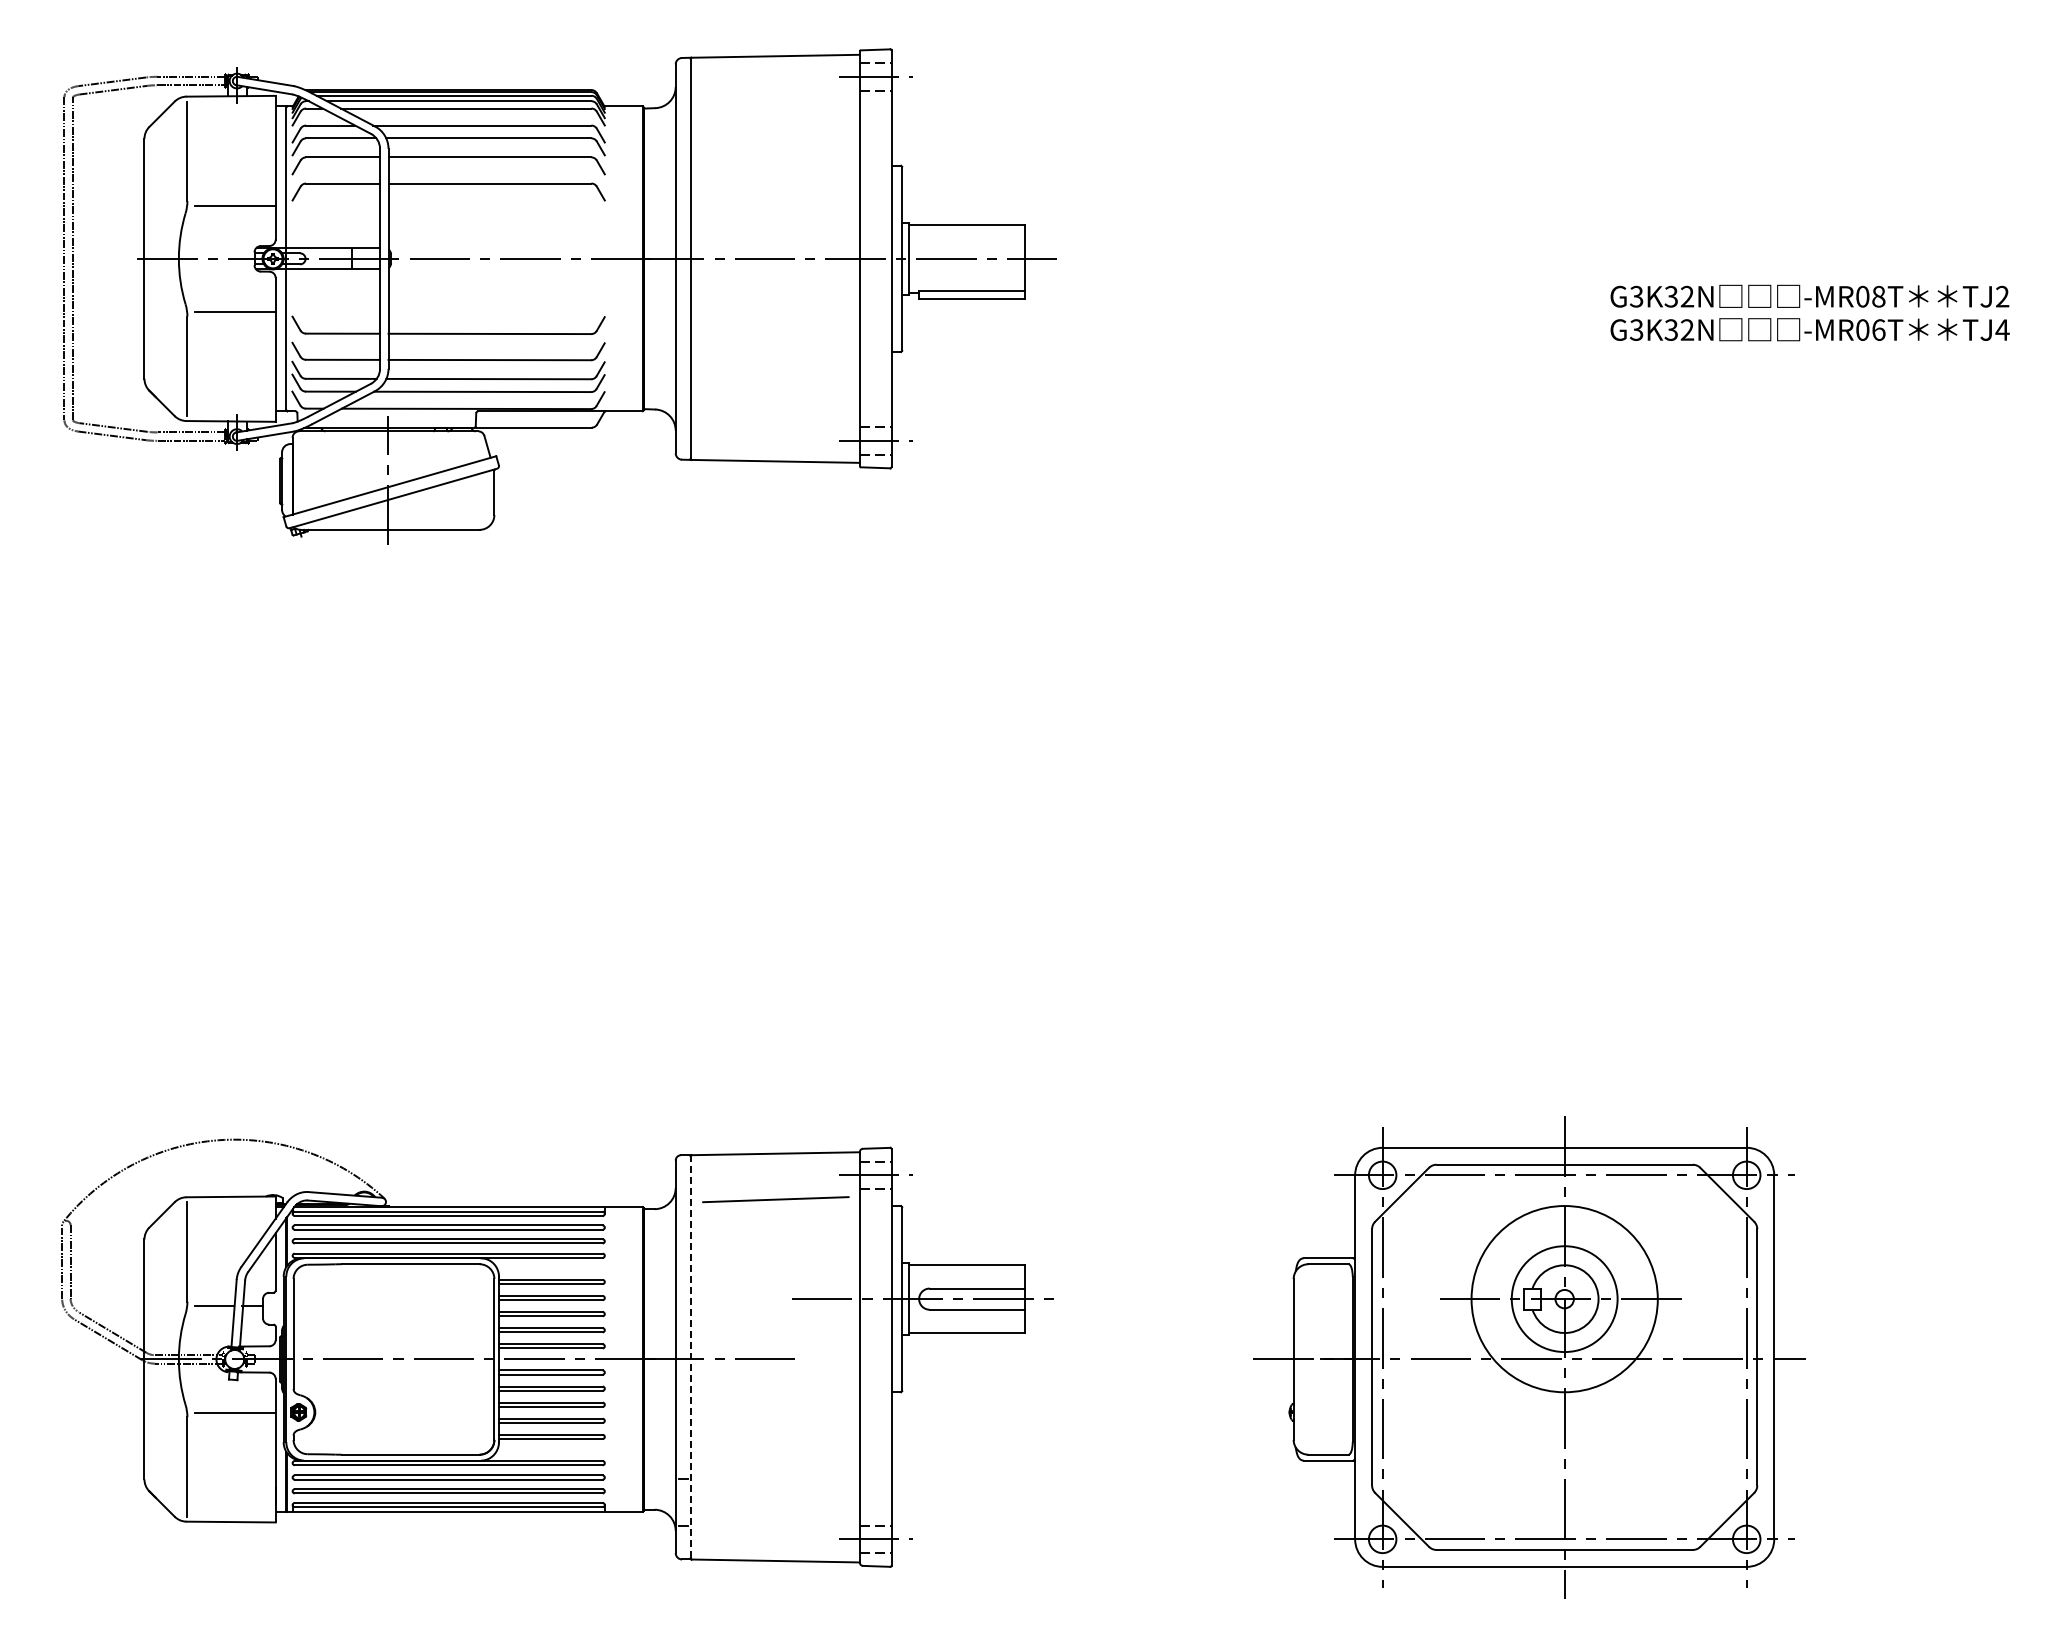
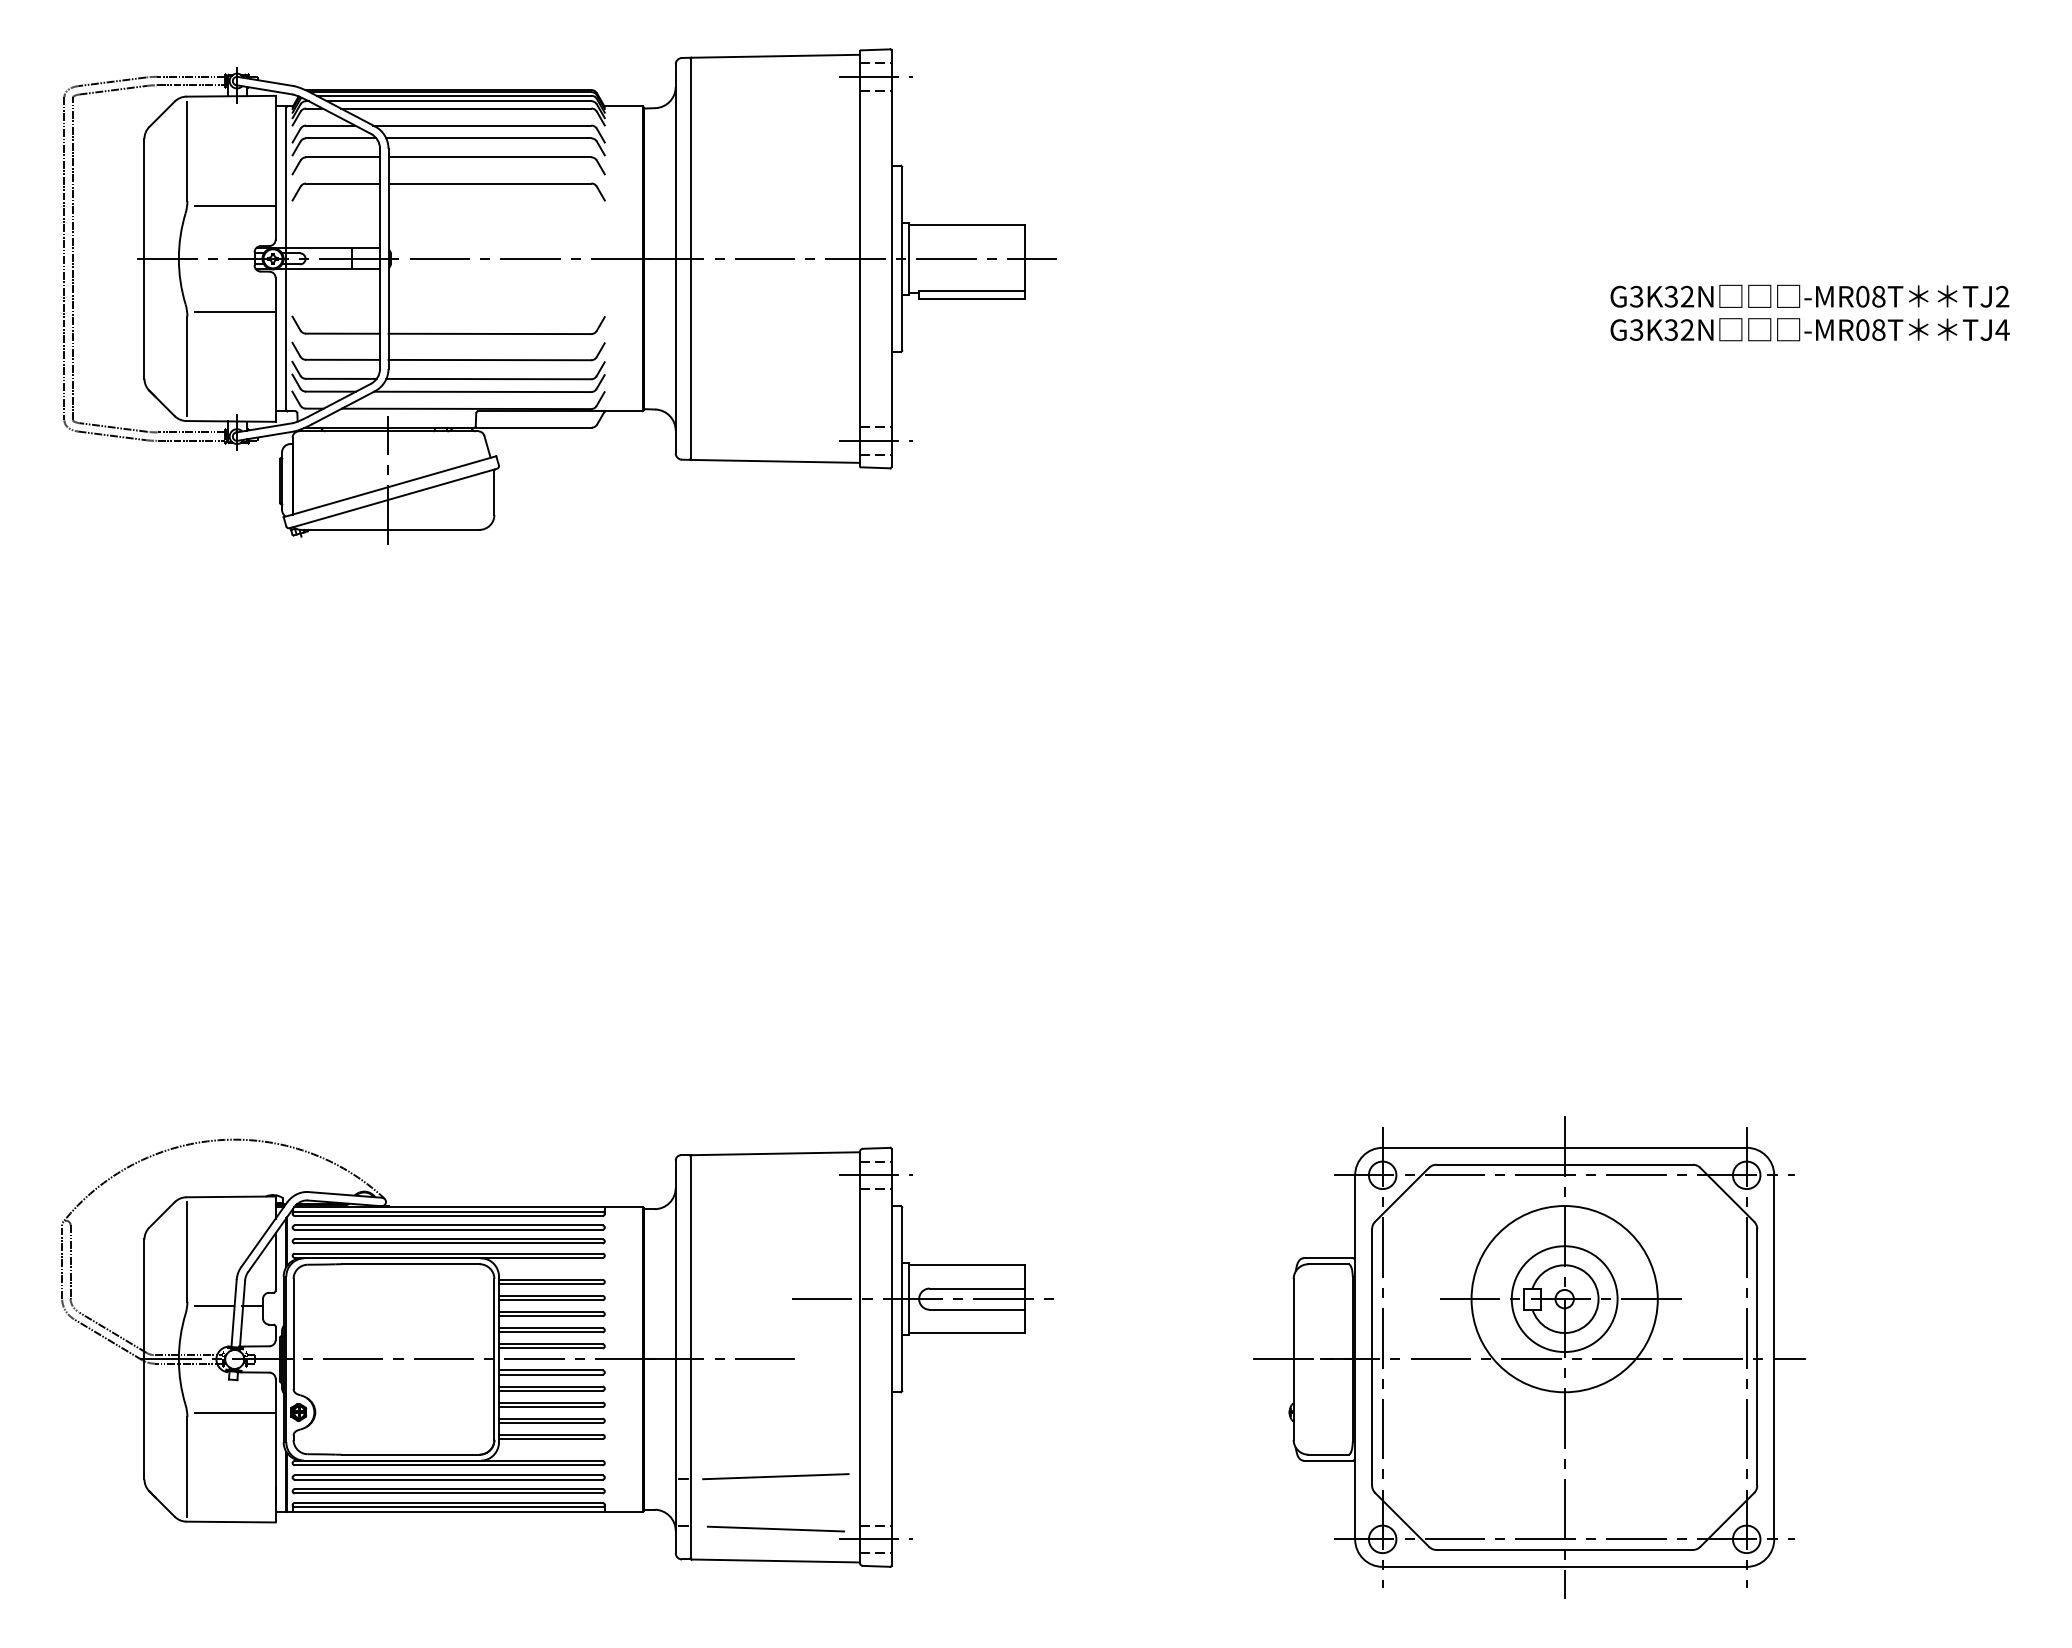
text at (1878, 329): -MR06T -> -MR08T
line at (775, 1199) position: (775, 1199) -> (775, 1476)
line at (690, 1357): dashed -> solid
line at (775, 1528): none -> present
